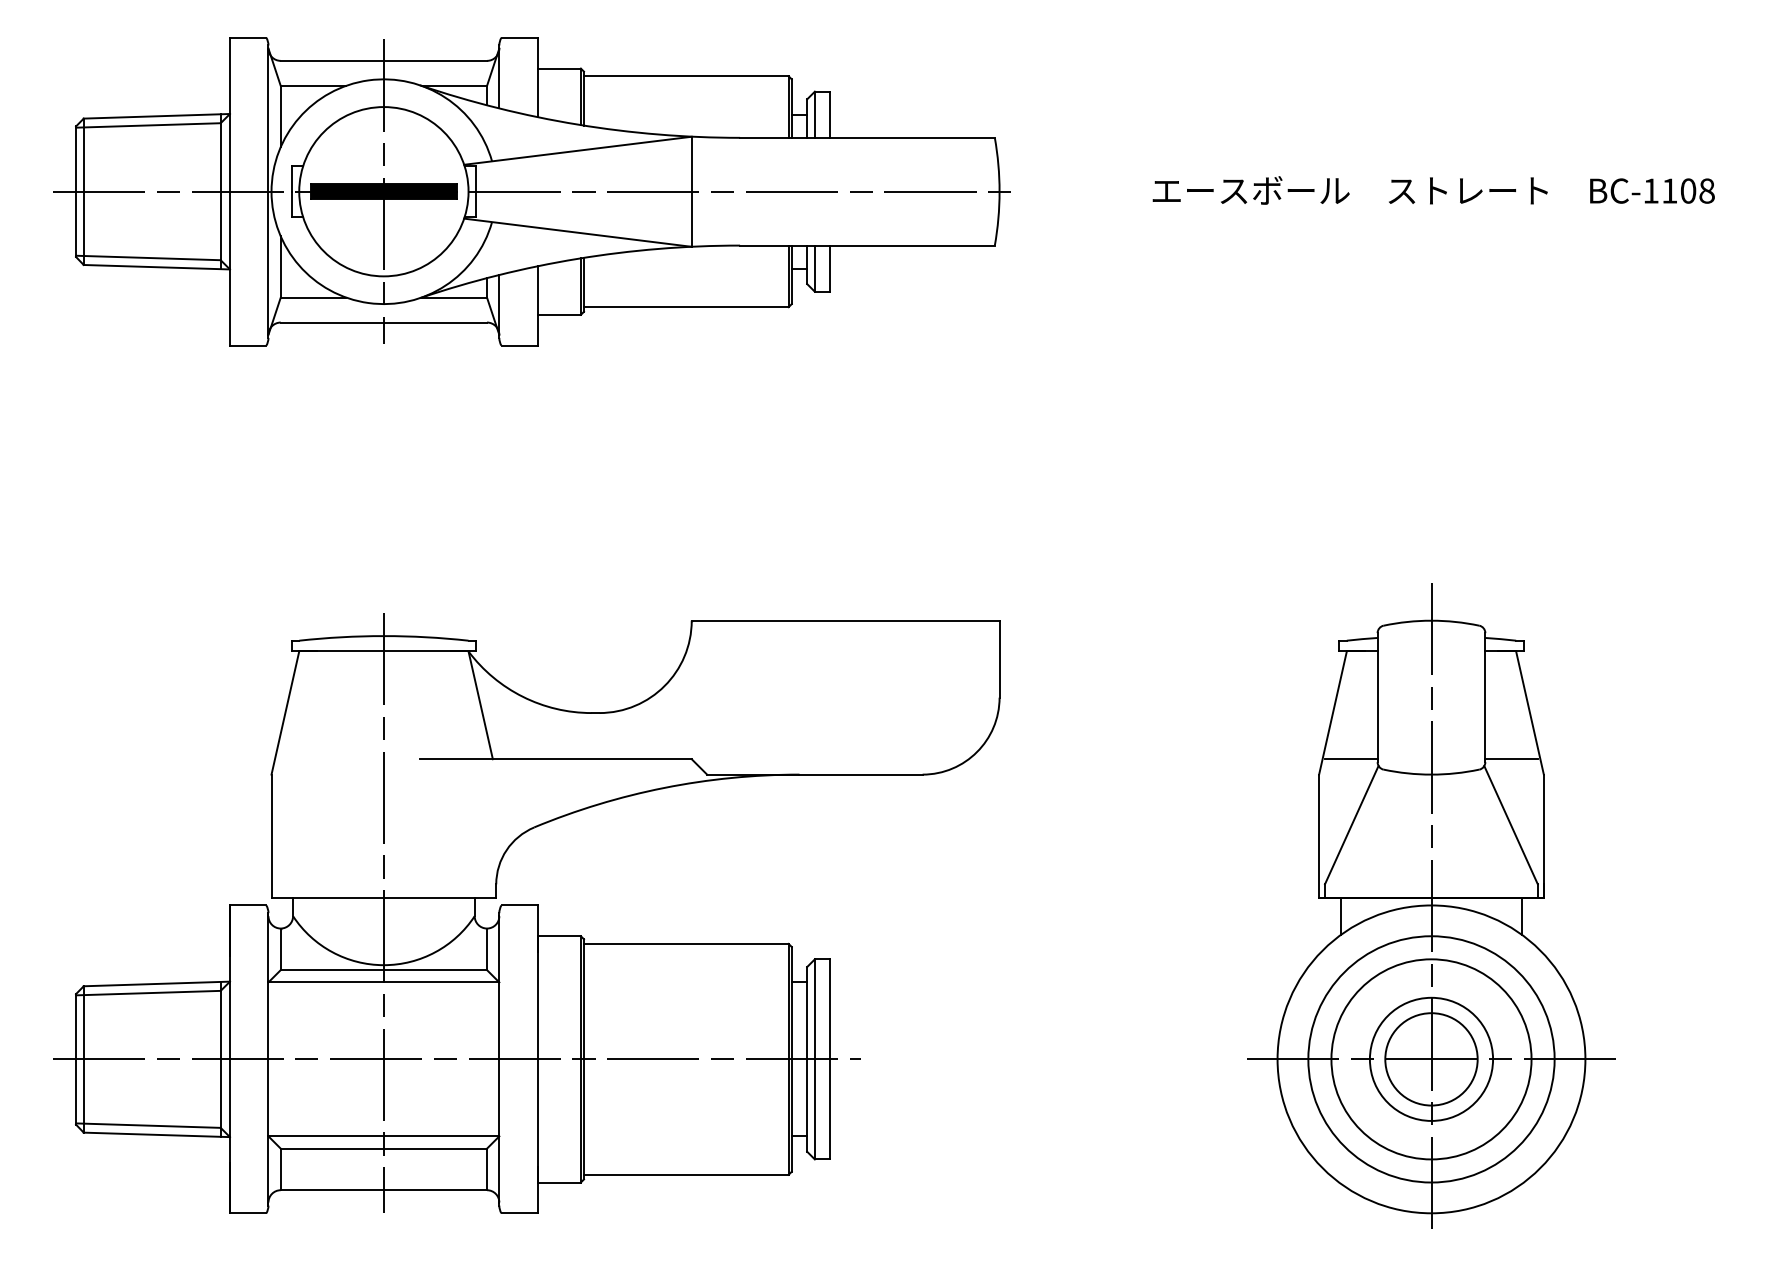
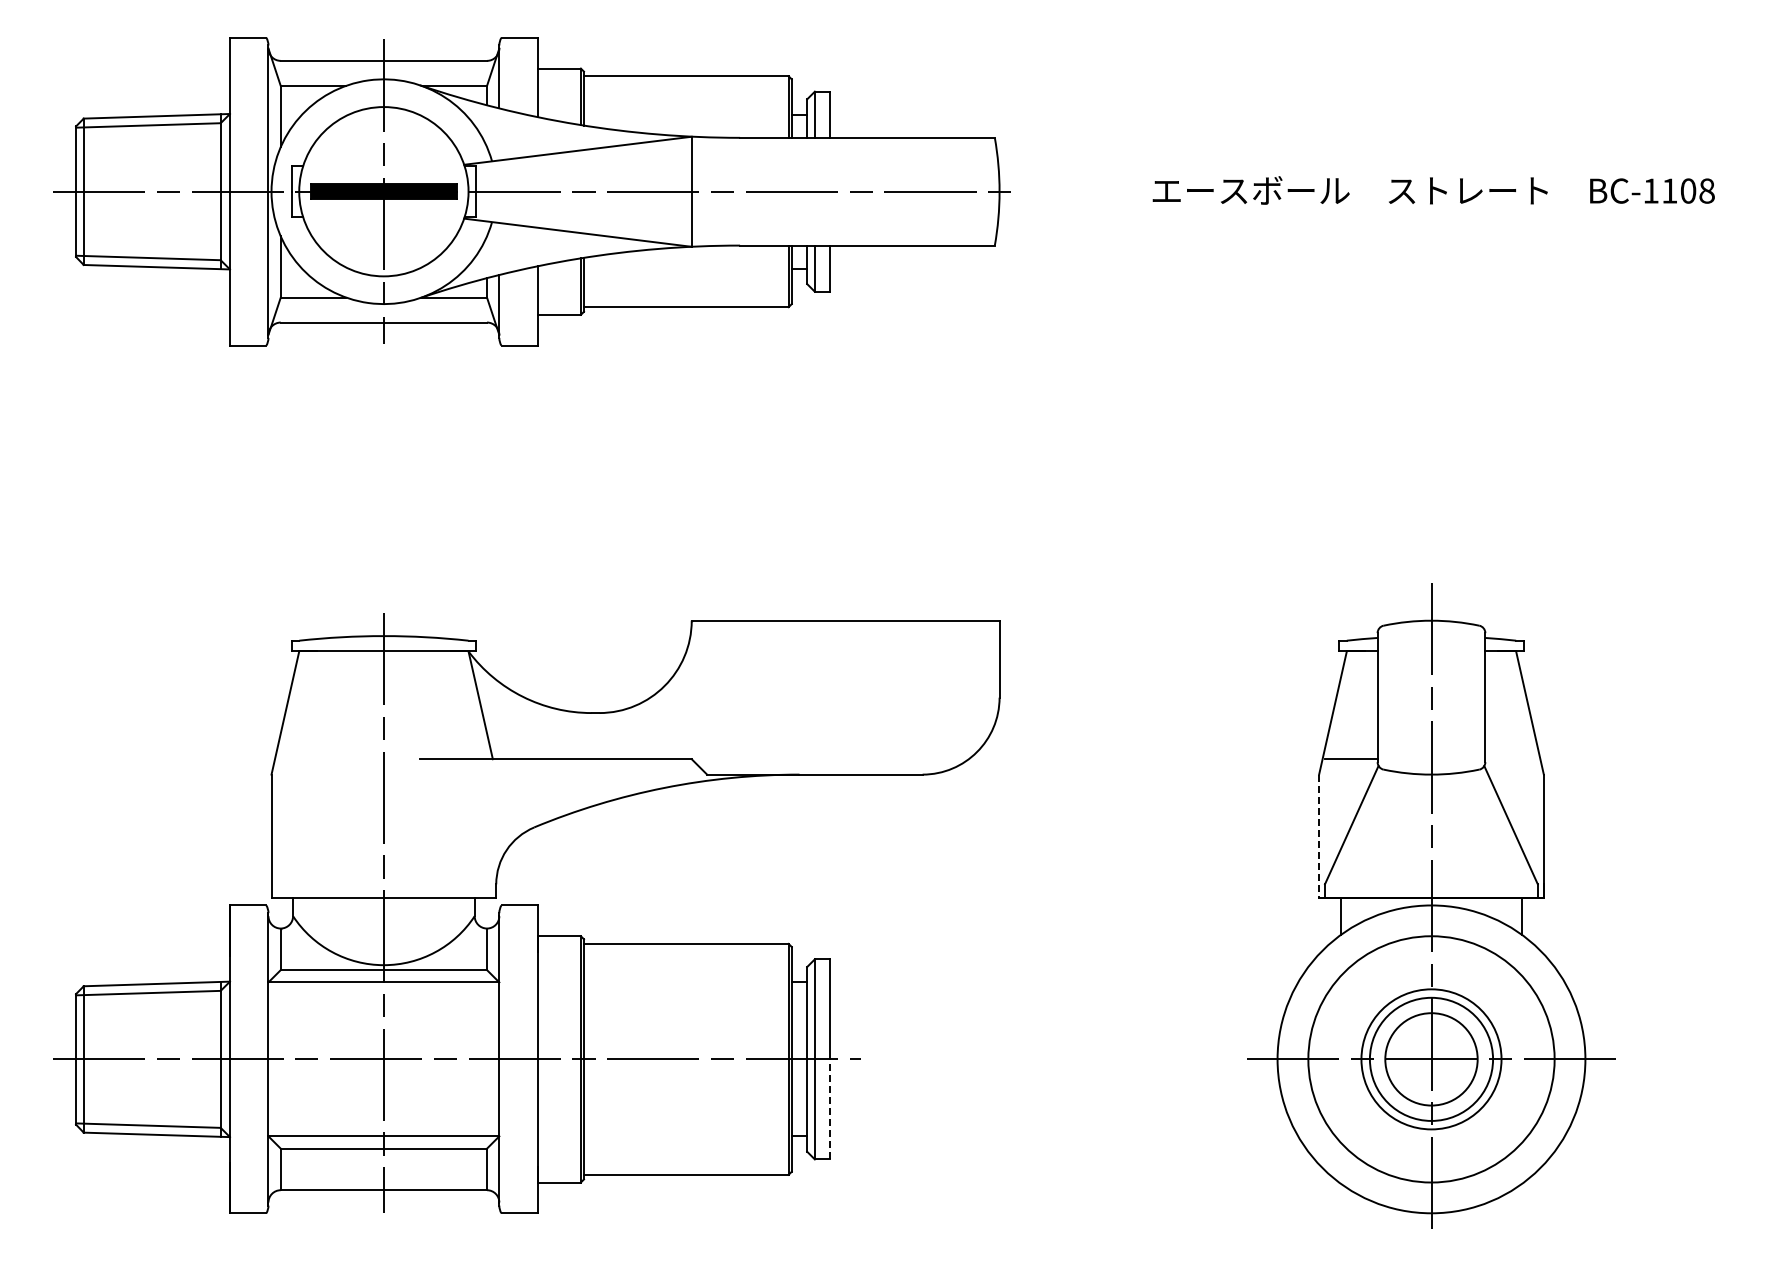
line at (1511, 759): present -> none
line at (1319, 836): solid -> dashed
circle at (1431, 1059) diameter: 200 px -> 140 px
line at (830, 1108): solid -> dashed
